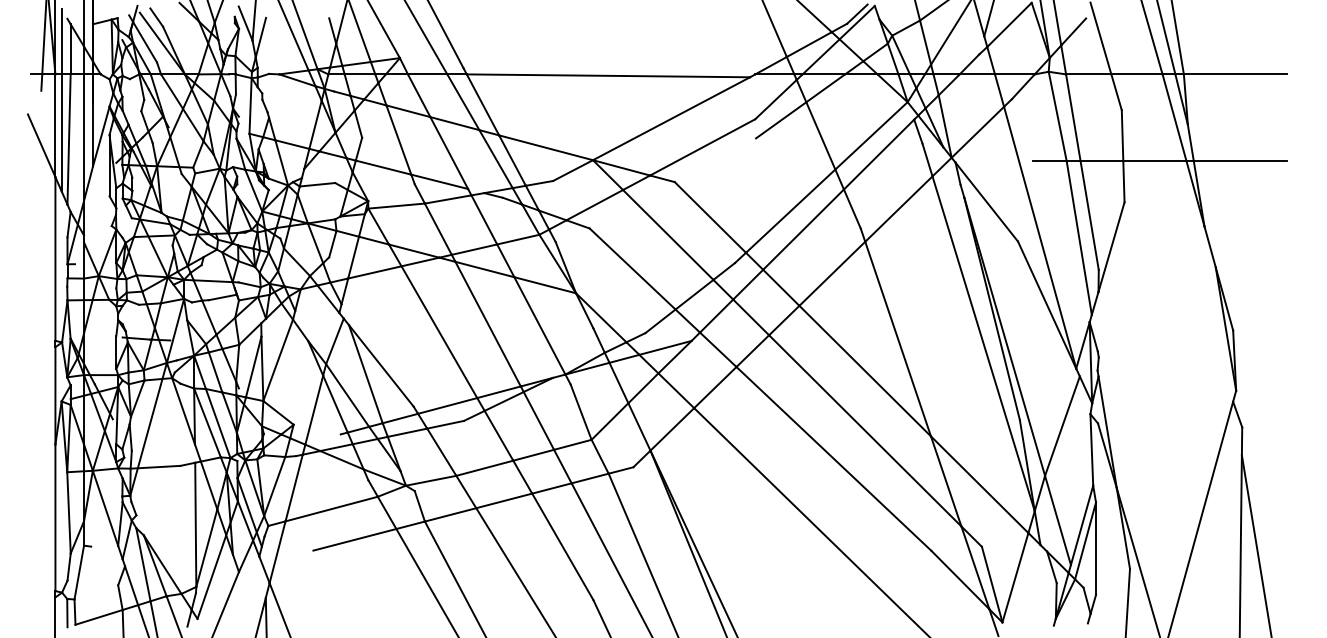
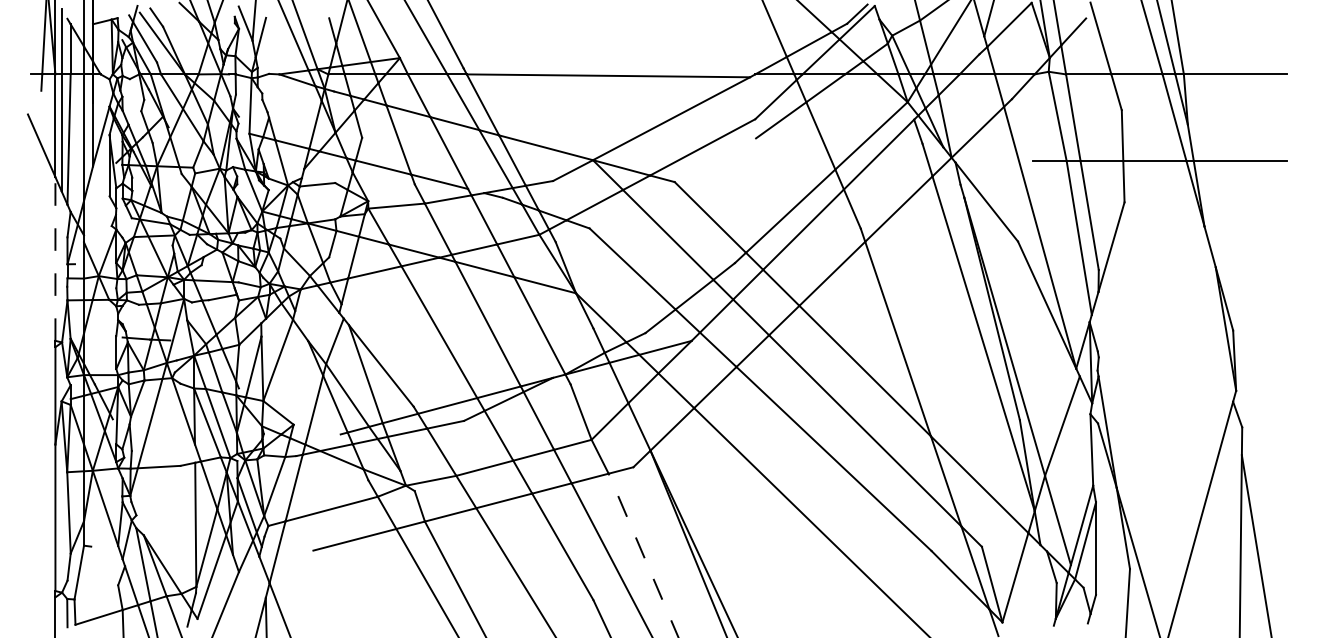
line at (55, 259): solid -> dashed
line at (643, 555): solid -> dashed
